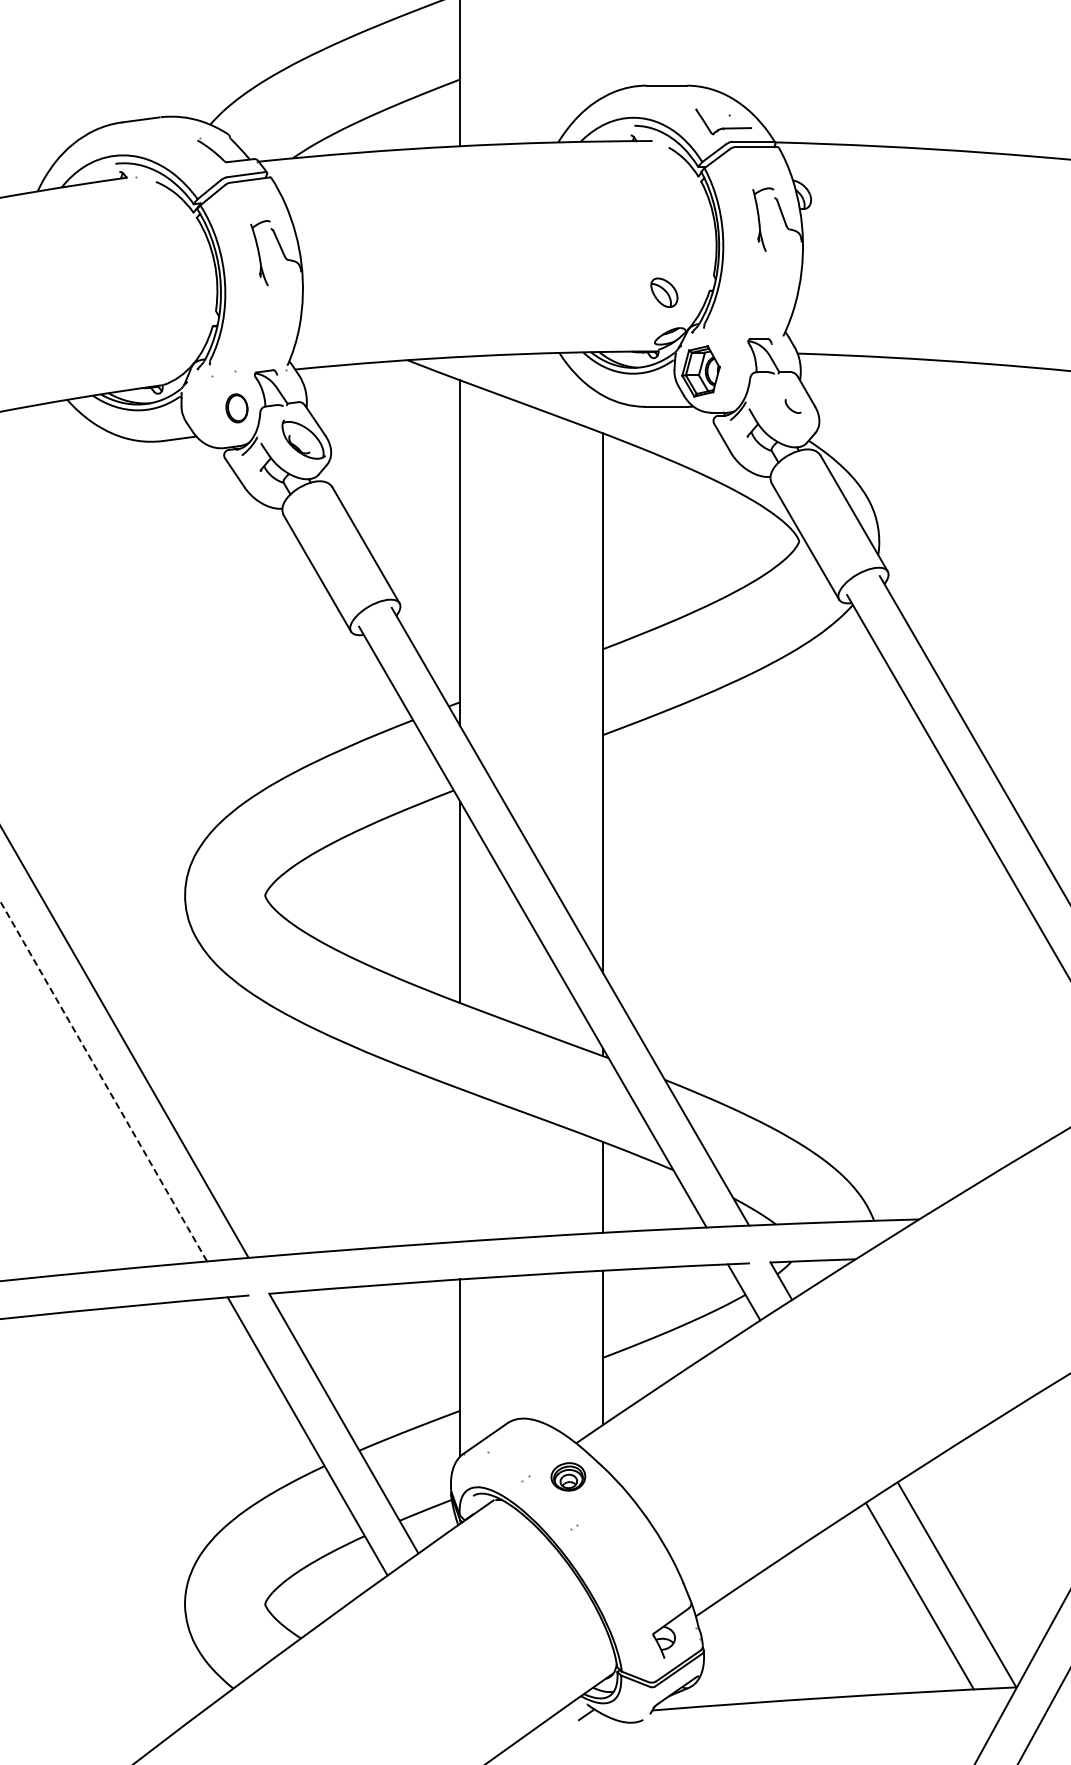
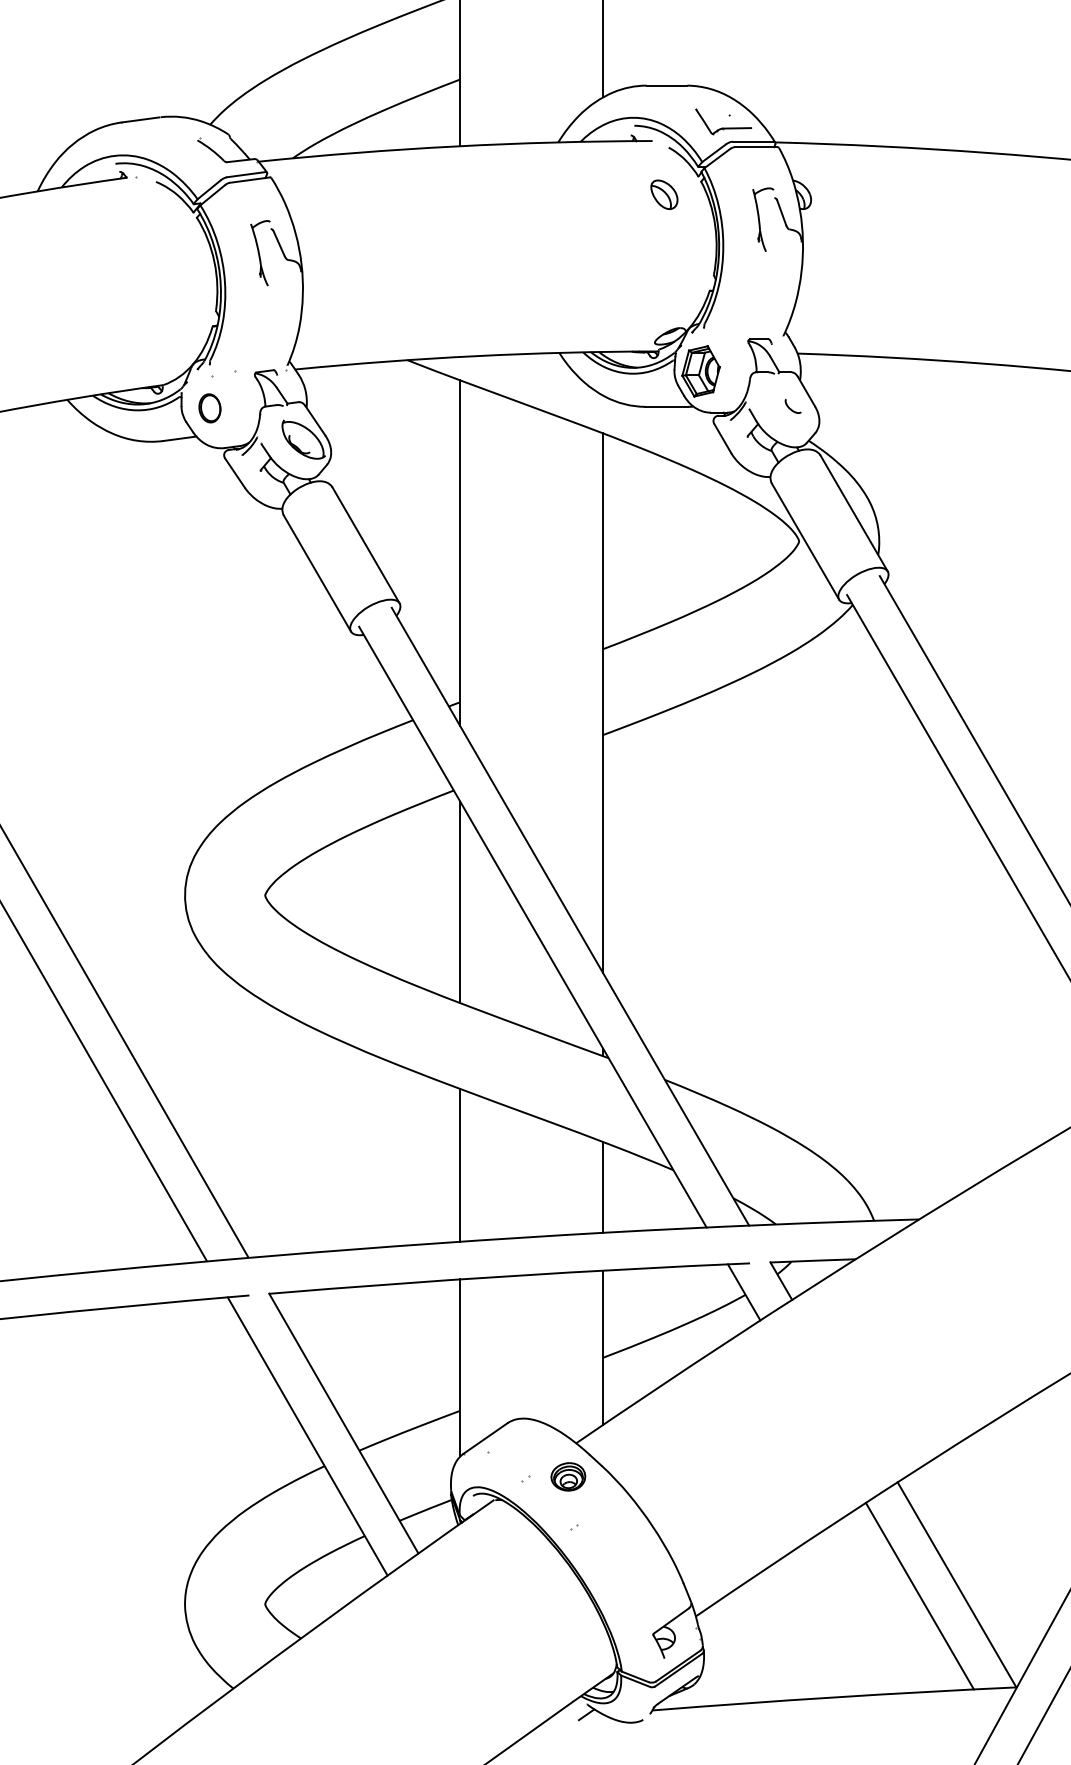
line at (603, 49): none -> present
part at (664, 292) position: (664, 292) -> (664, 194)
part at (236, 408) position: (236, 408) -> (209, 408)
line at (103, 1081): dashed -> solid
line at (460, 1165): none -> present
